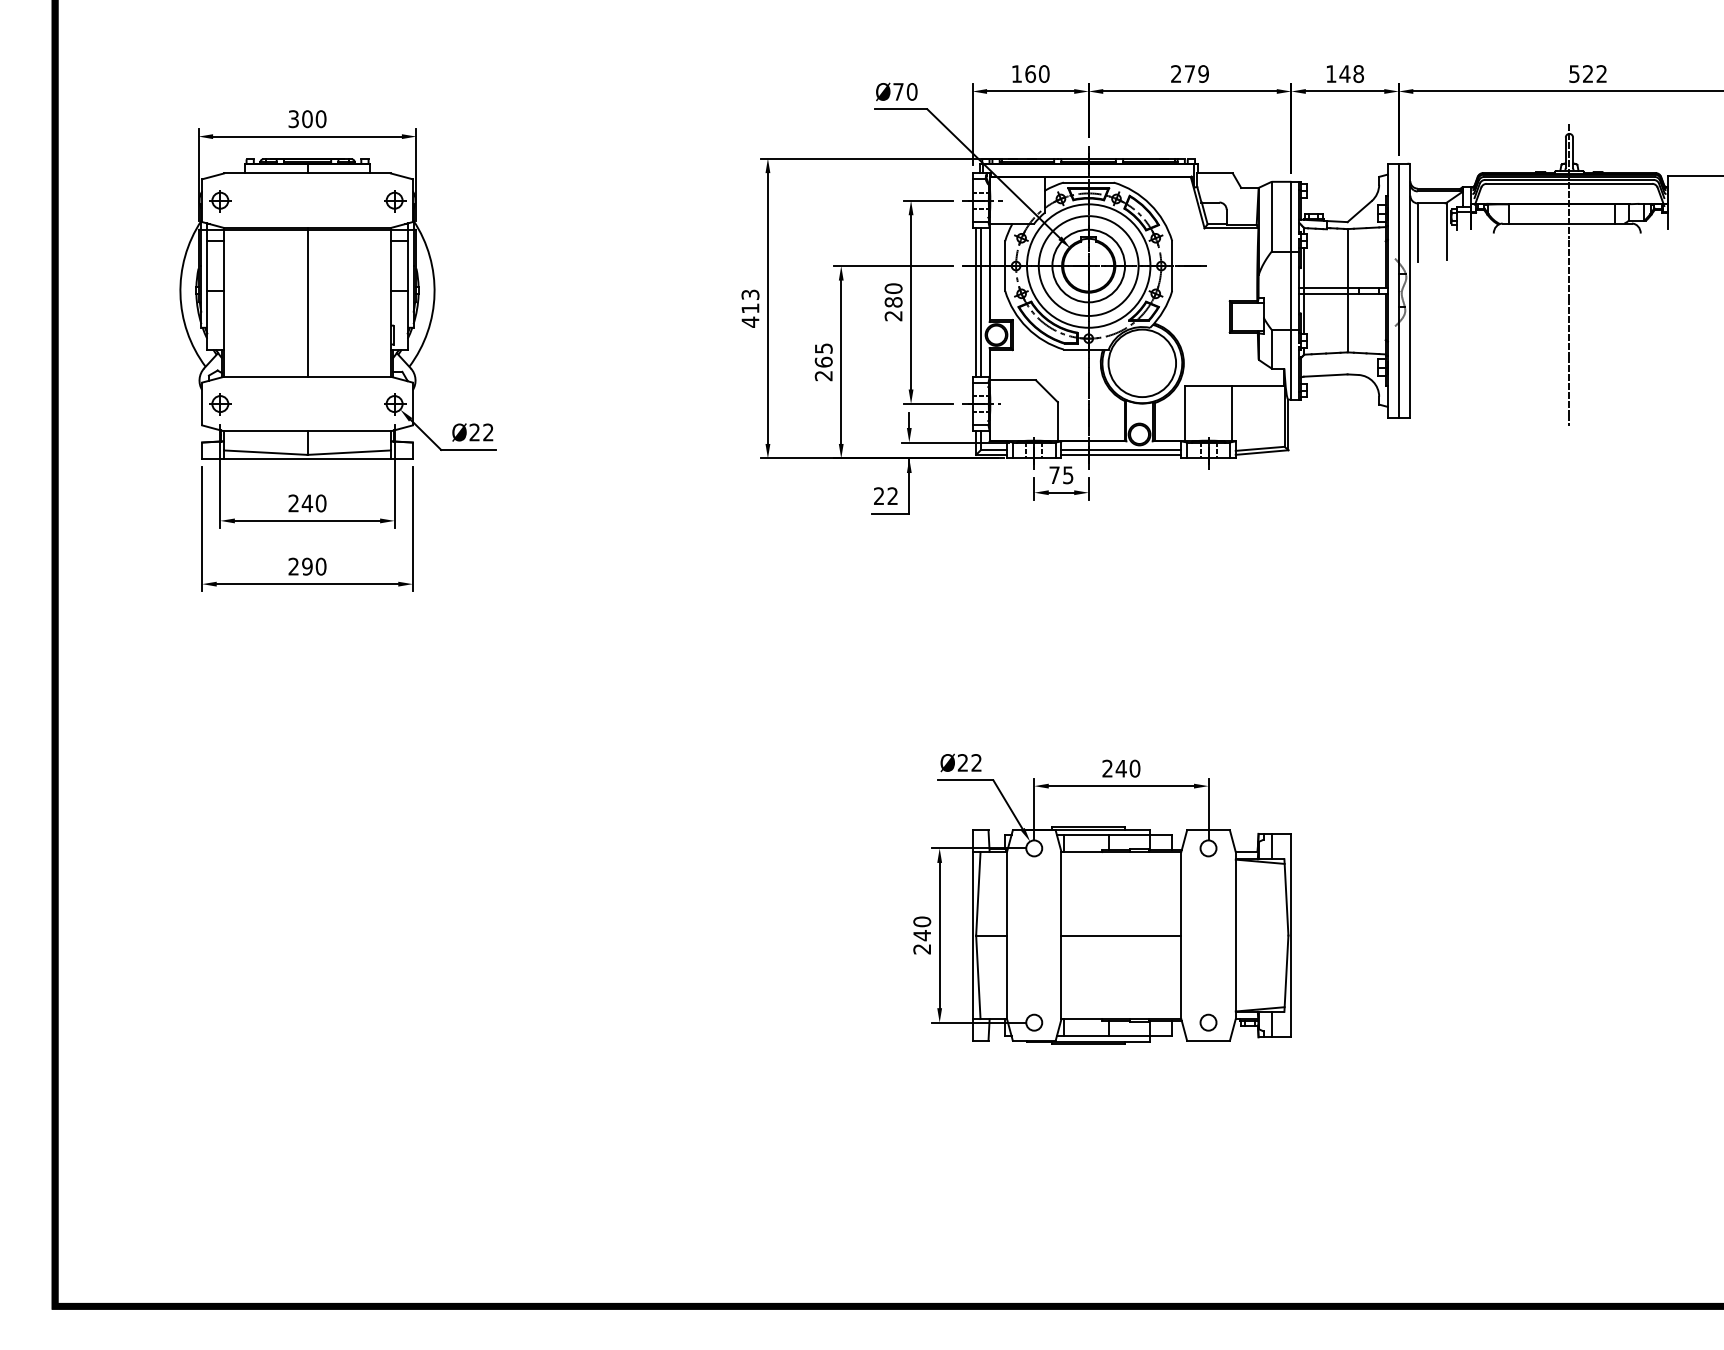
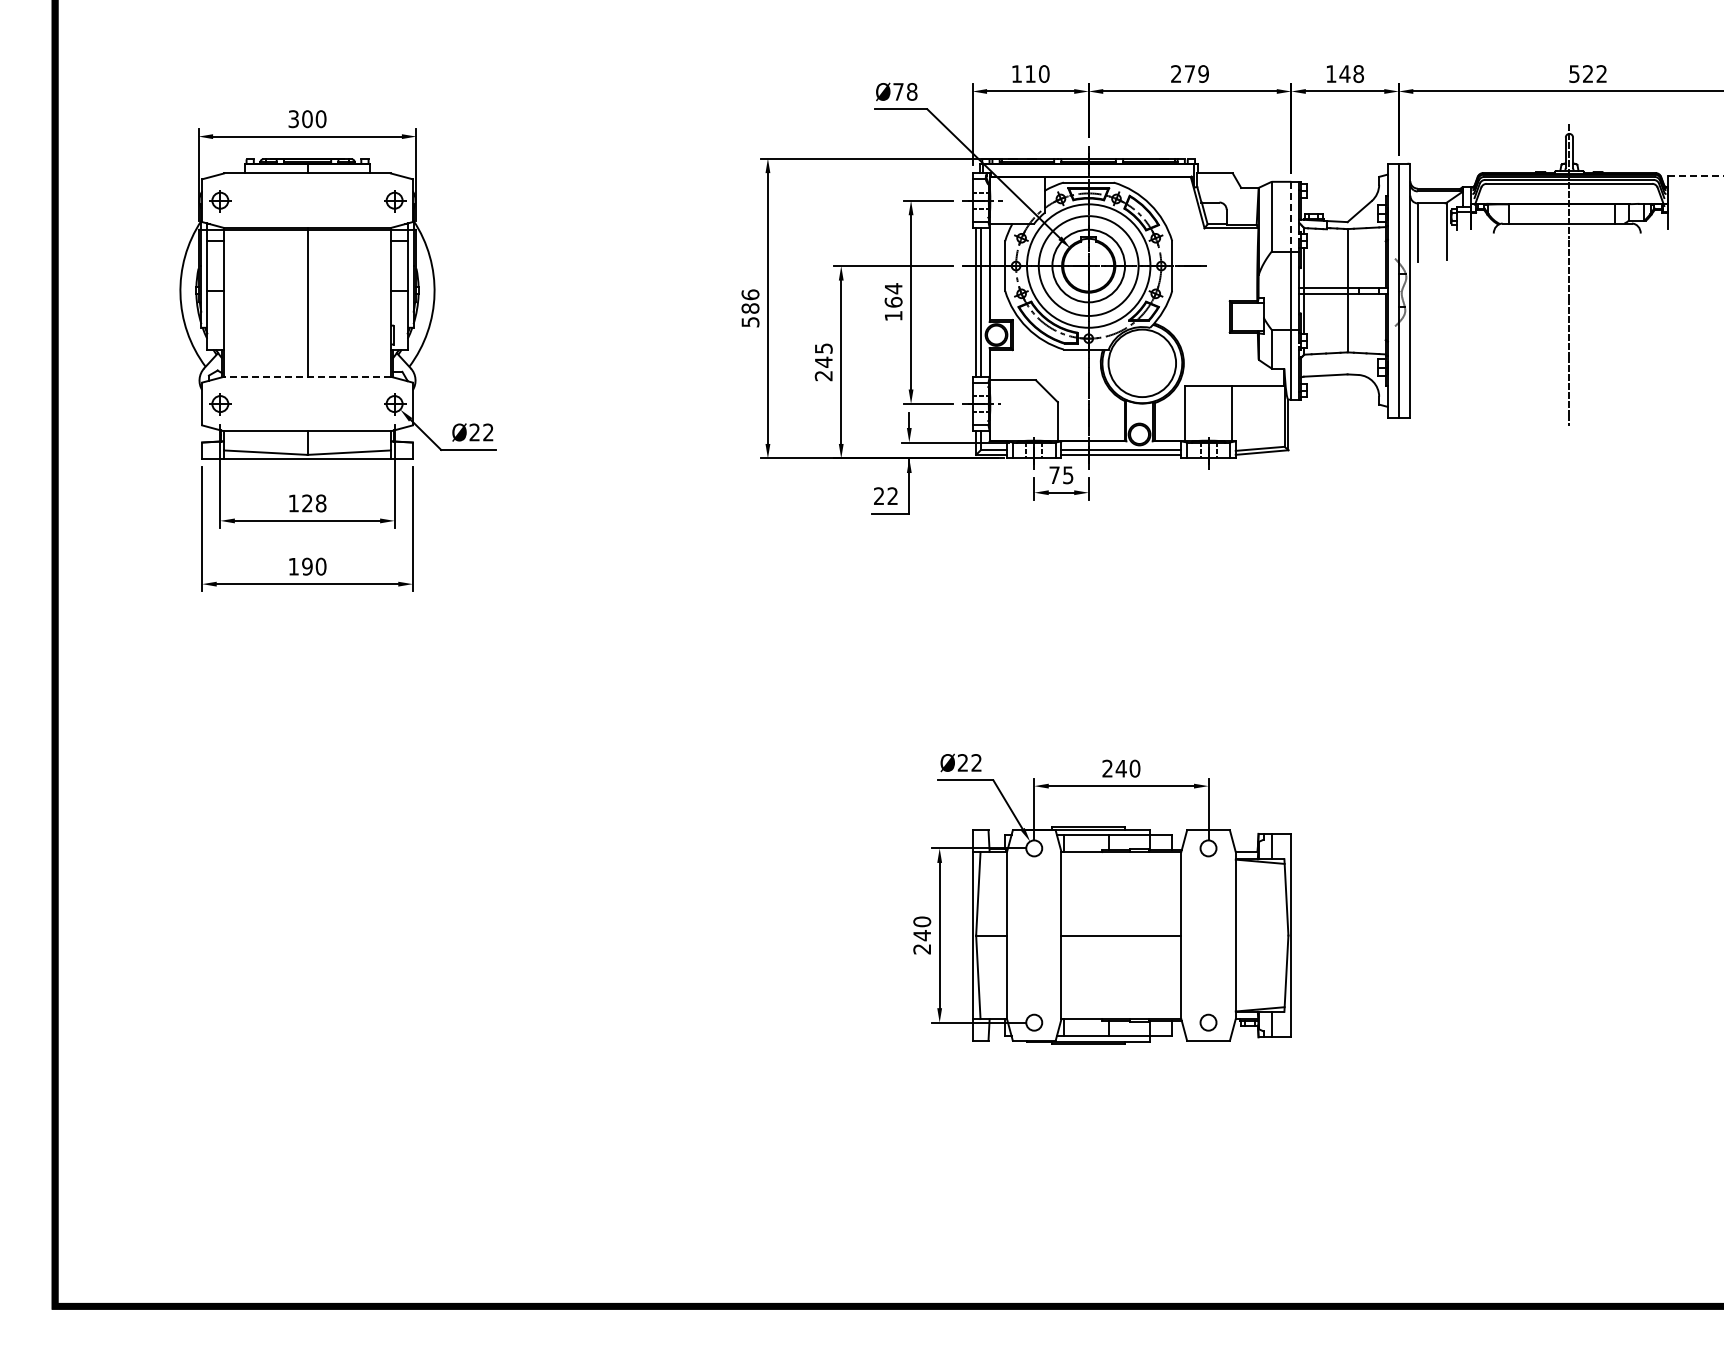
text at (1030, 73): 160 -> 110
text at (911, 91): Ø70 -> Ø78
line at (1695, 175): solid -> dashed
line at (1291, 216): solid -> dashed
text at (893, 302): 280 -> 164
text at (750, 308): 413 -> 586
text at (823, 361): 265 -> 245
line at (307, 376): solid -> dashed
text at (307, 503): 240 -> 128
text at (293, 566): 290 -> 190
